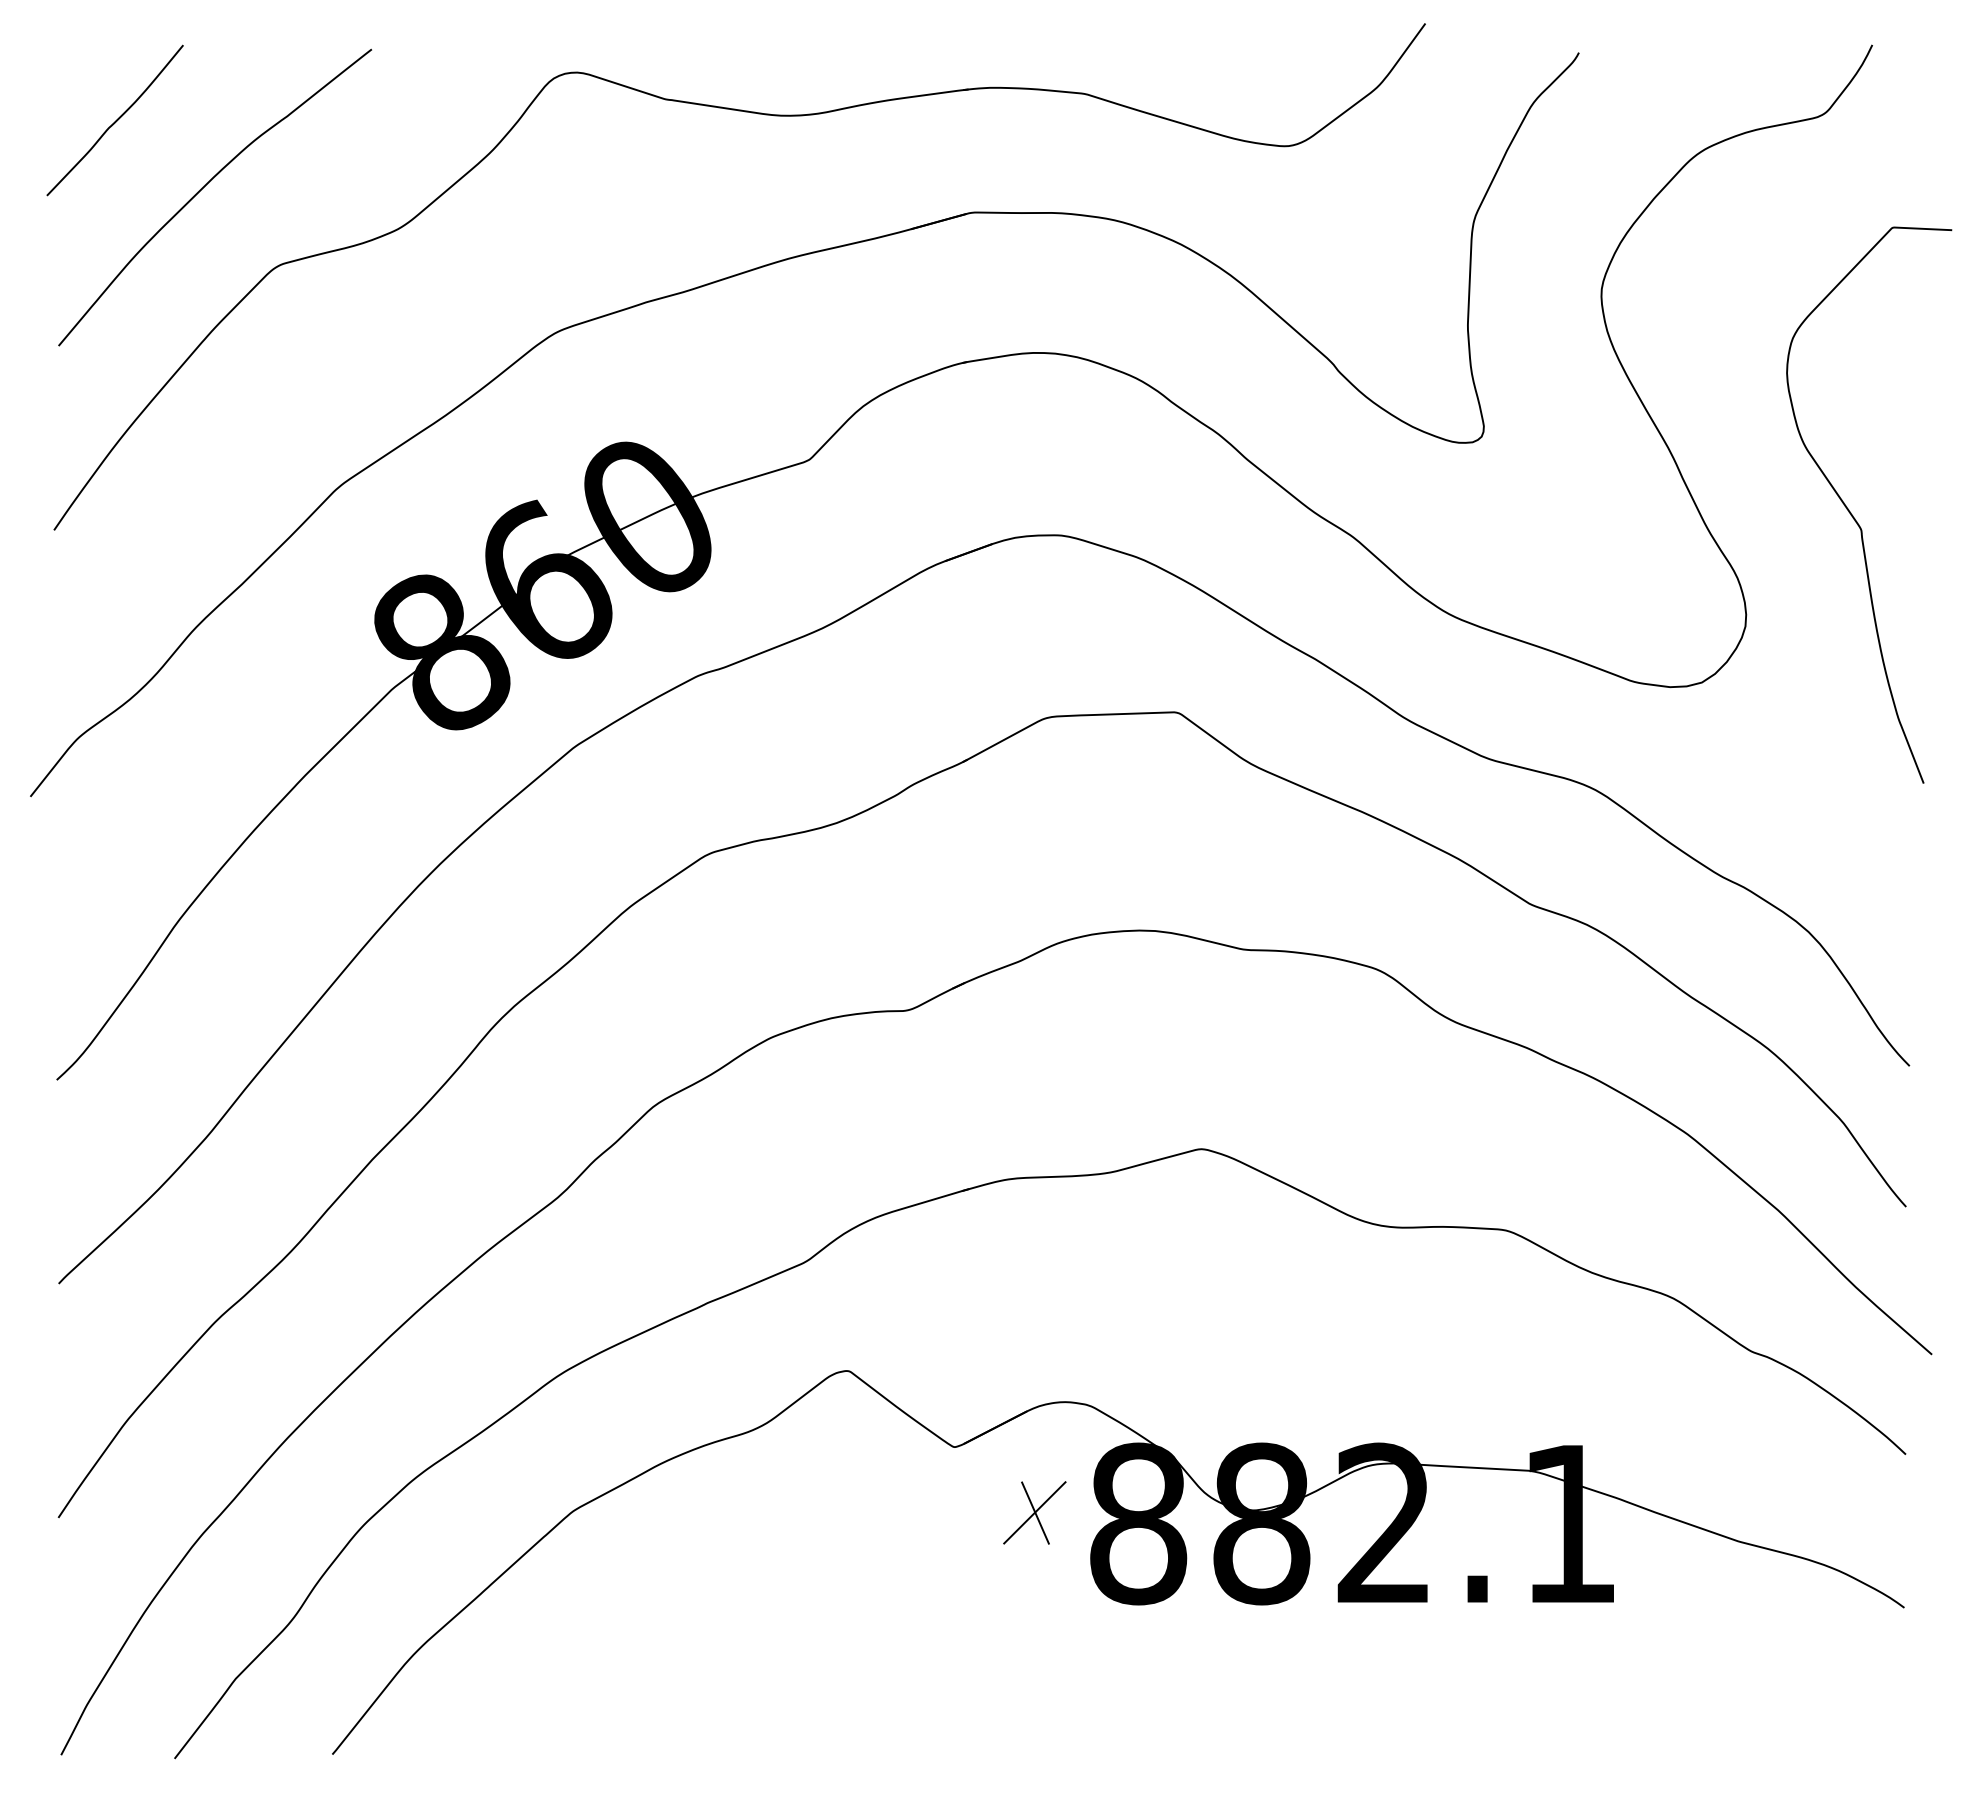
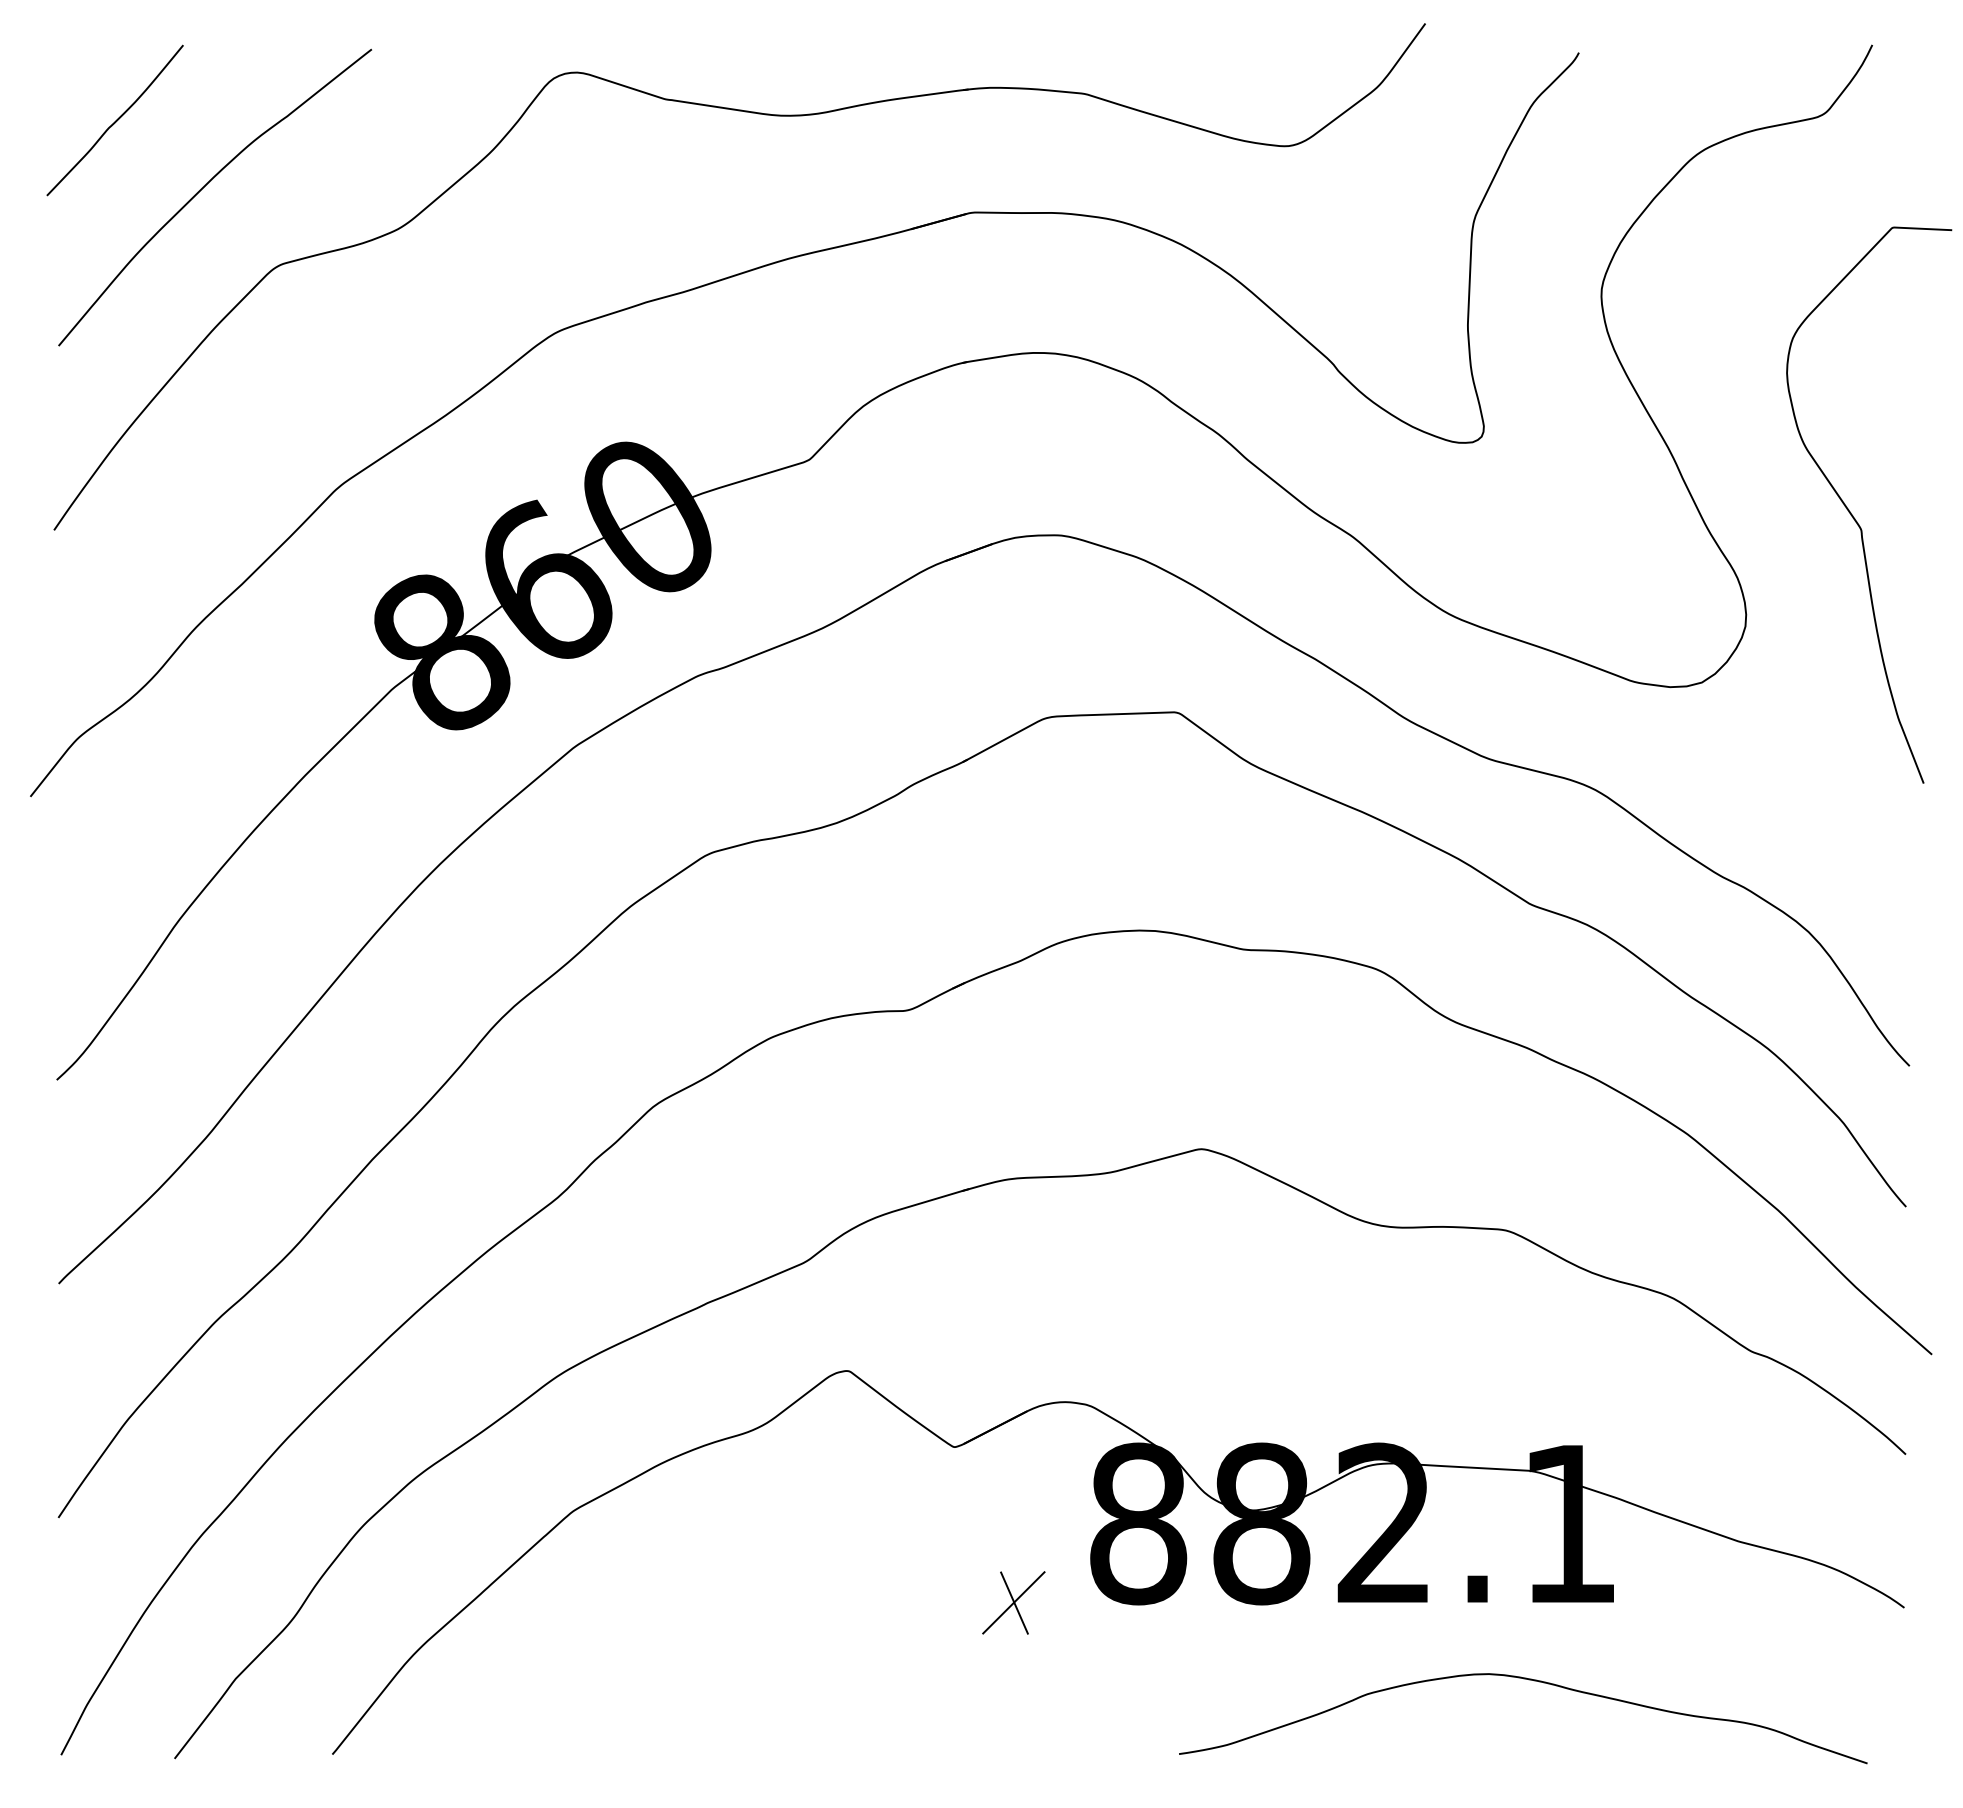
part at (1034, 1512) position: (1034, 1512) -> (1013, 1602)
curve at (1528, 1680): none -> present
